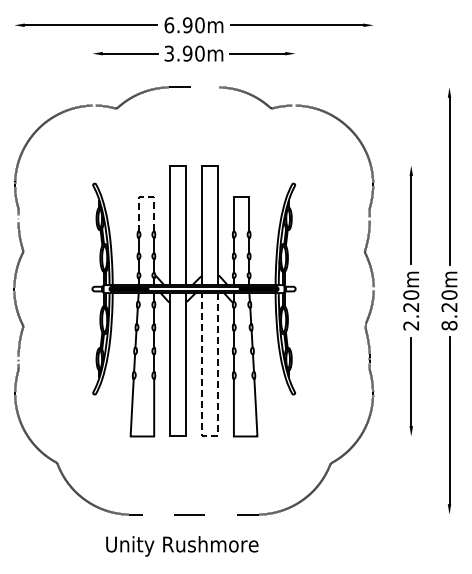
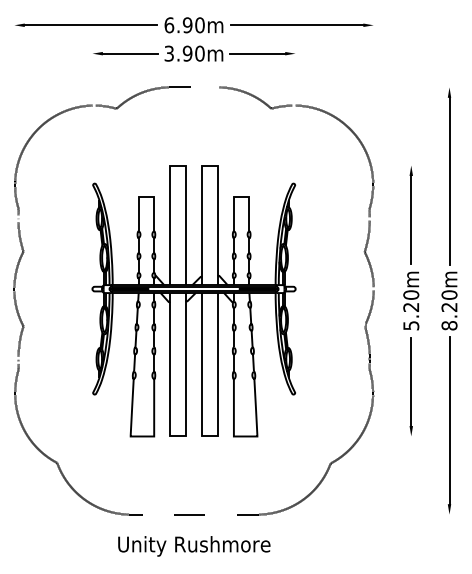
line at (146, 197): dashed -> solid
text at (411, 325): 2.20m -> 5.20m
line at (209, 436): dashed -> solid
text at (182, 546) position: (182, 546) -> (194, 546)
